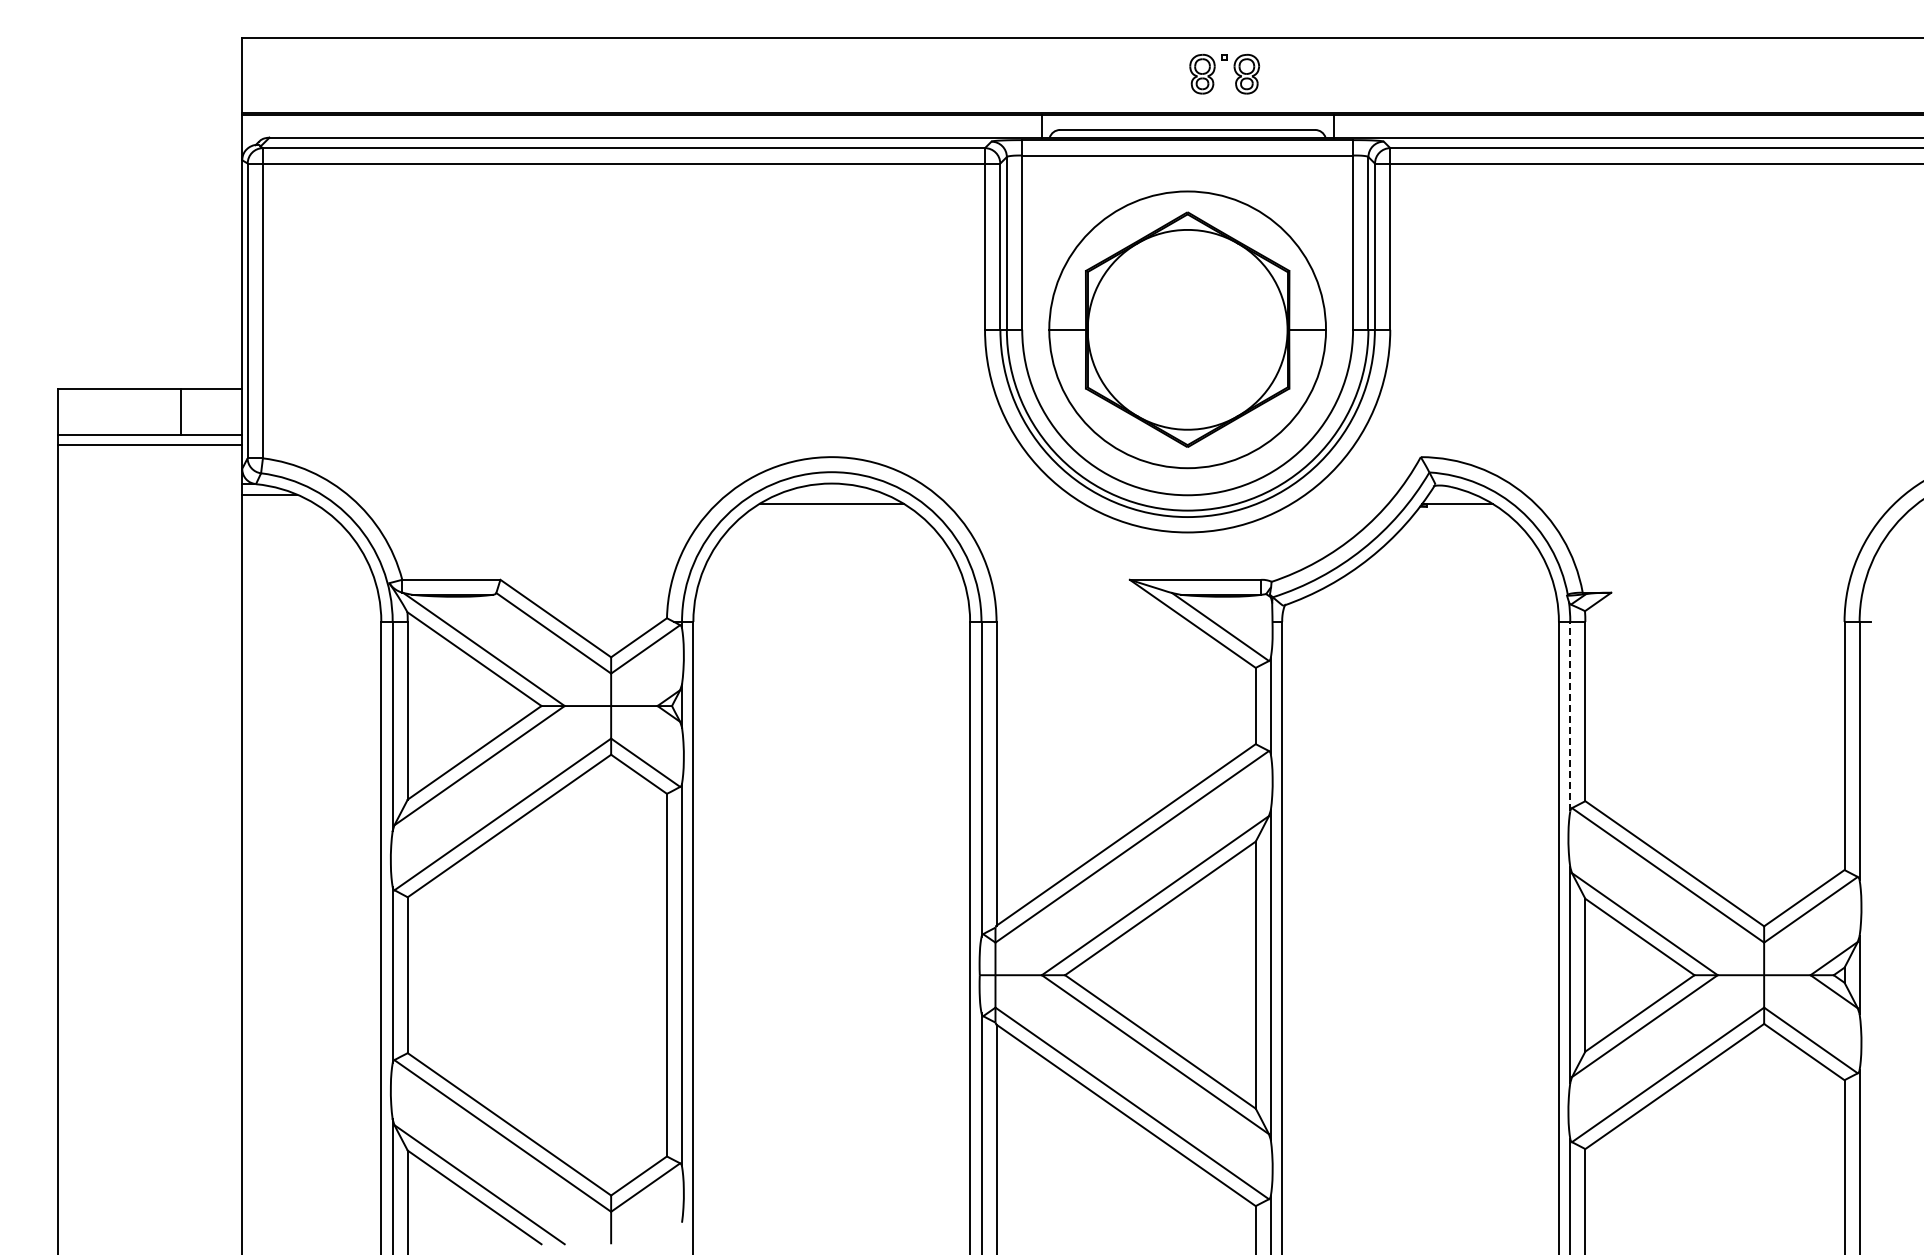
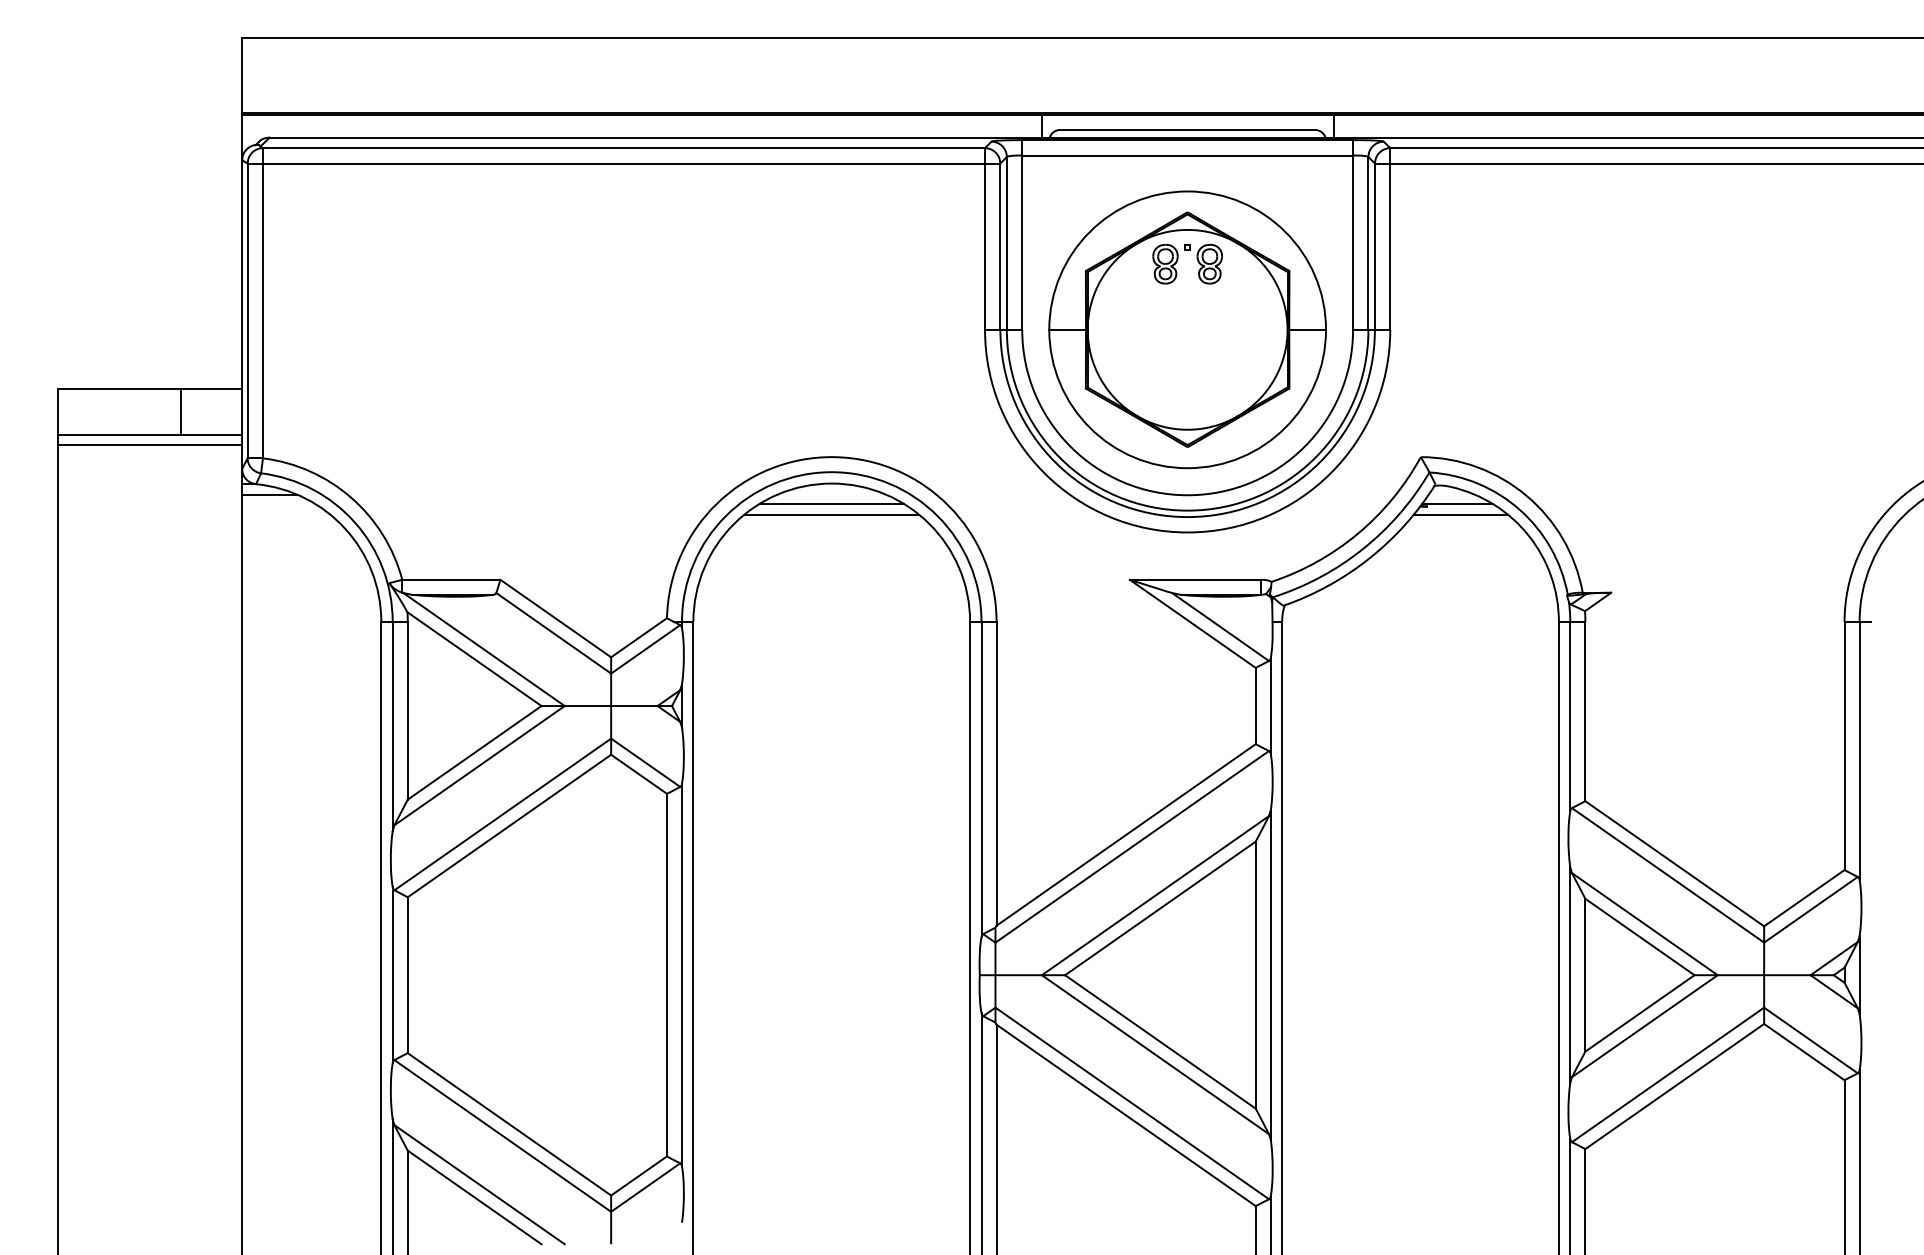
part at (1214, 72) position: (1214, 72) -> (1177, 262)
line at (831, 514): none -> present
line at (1460, 514): none -> present
line at (1570, 716): dashed -> solid
